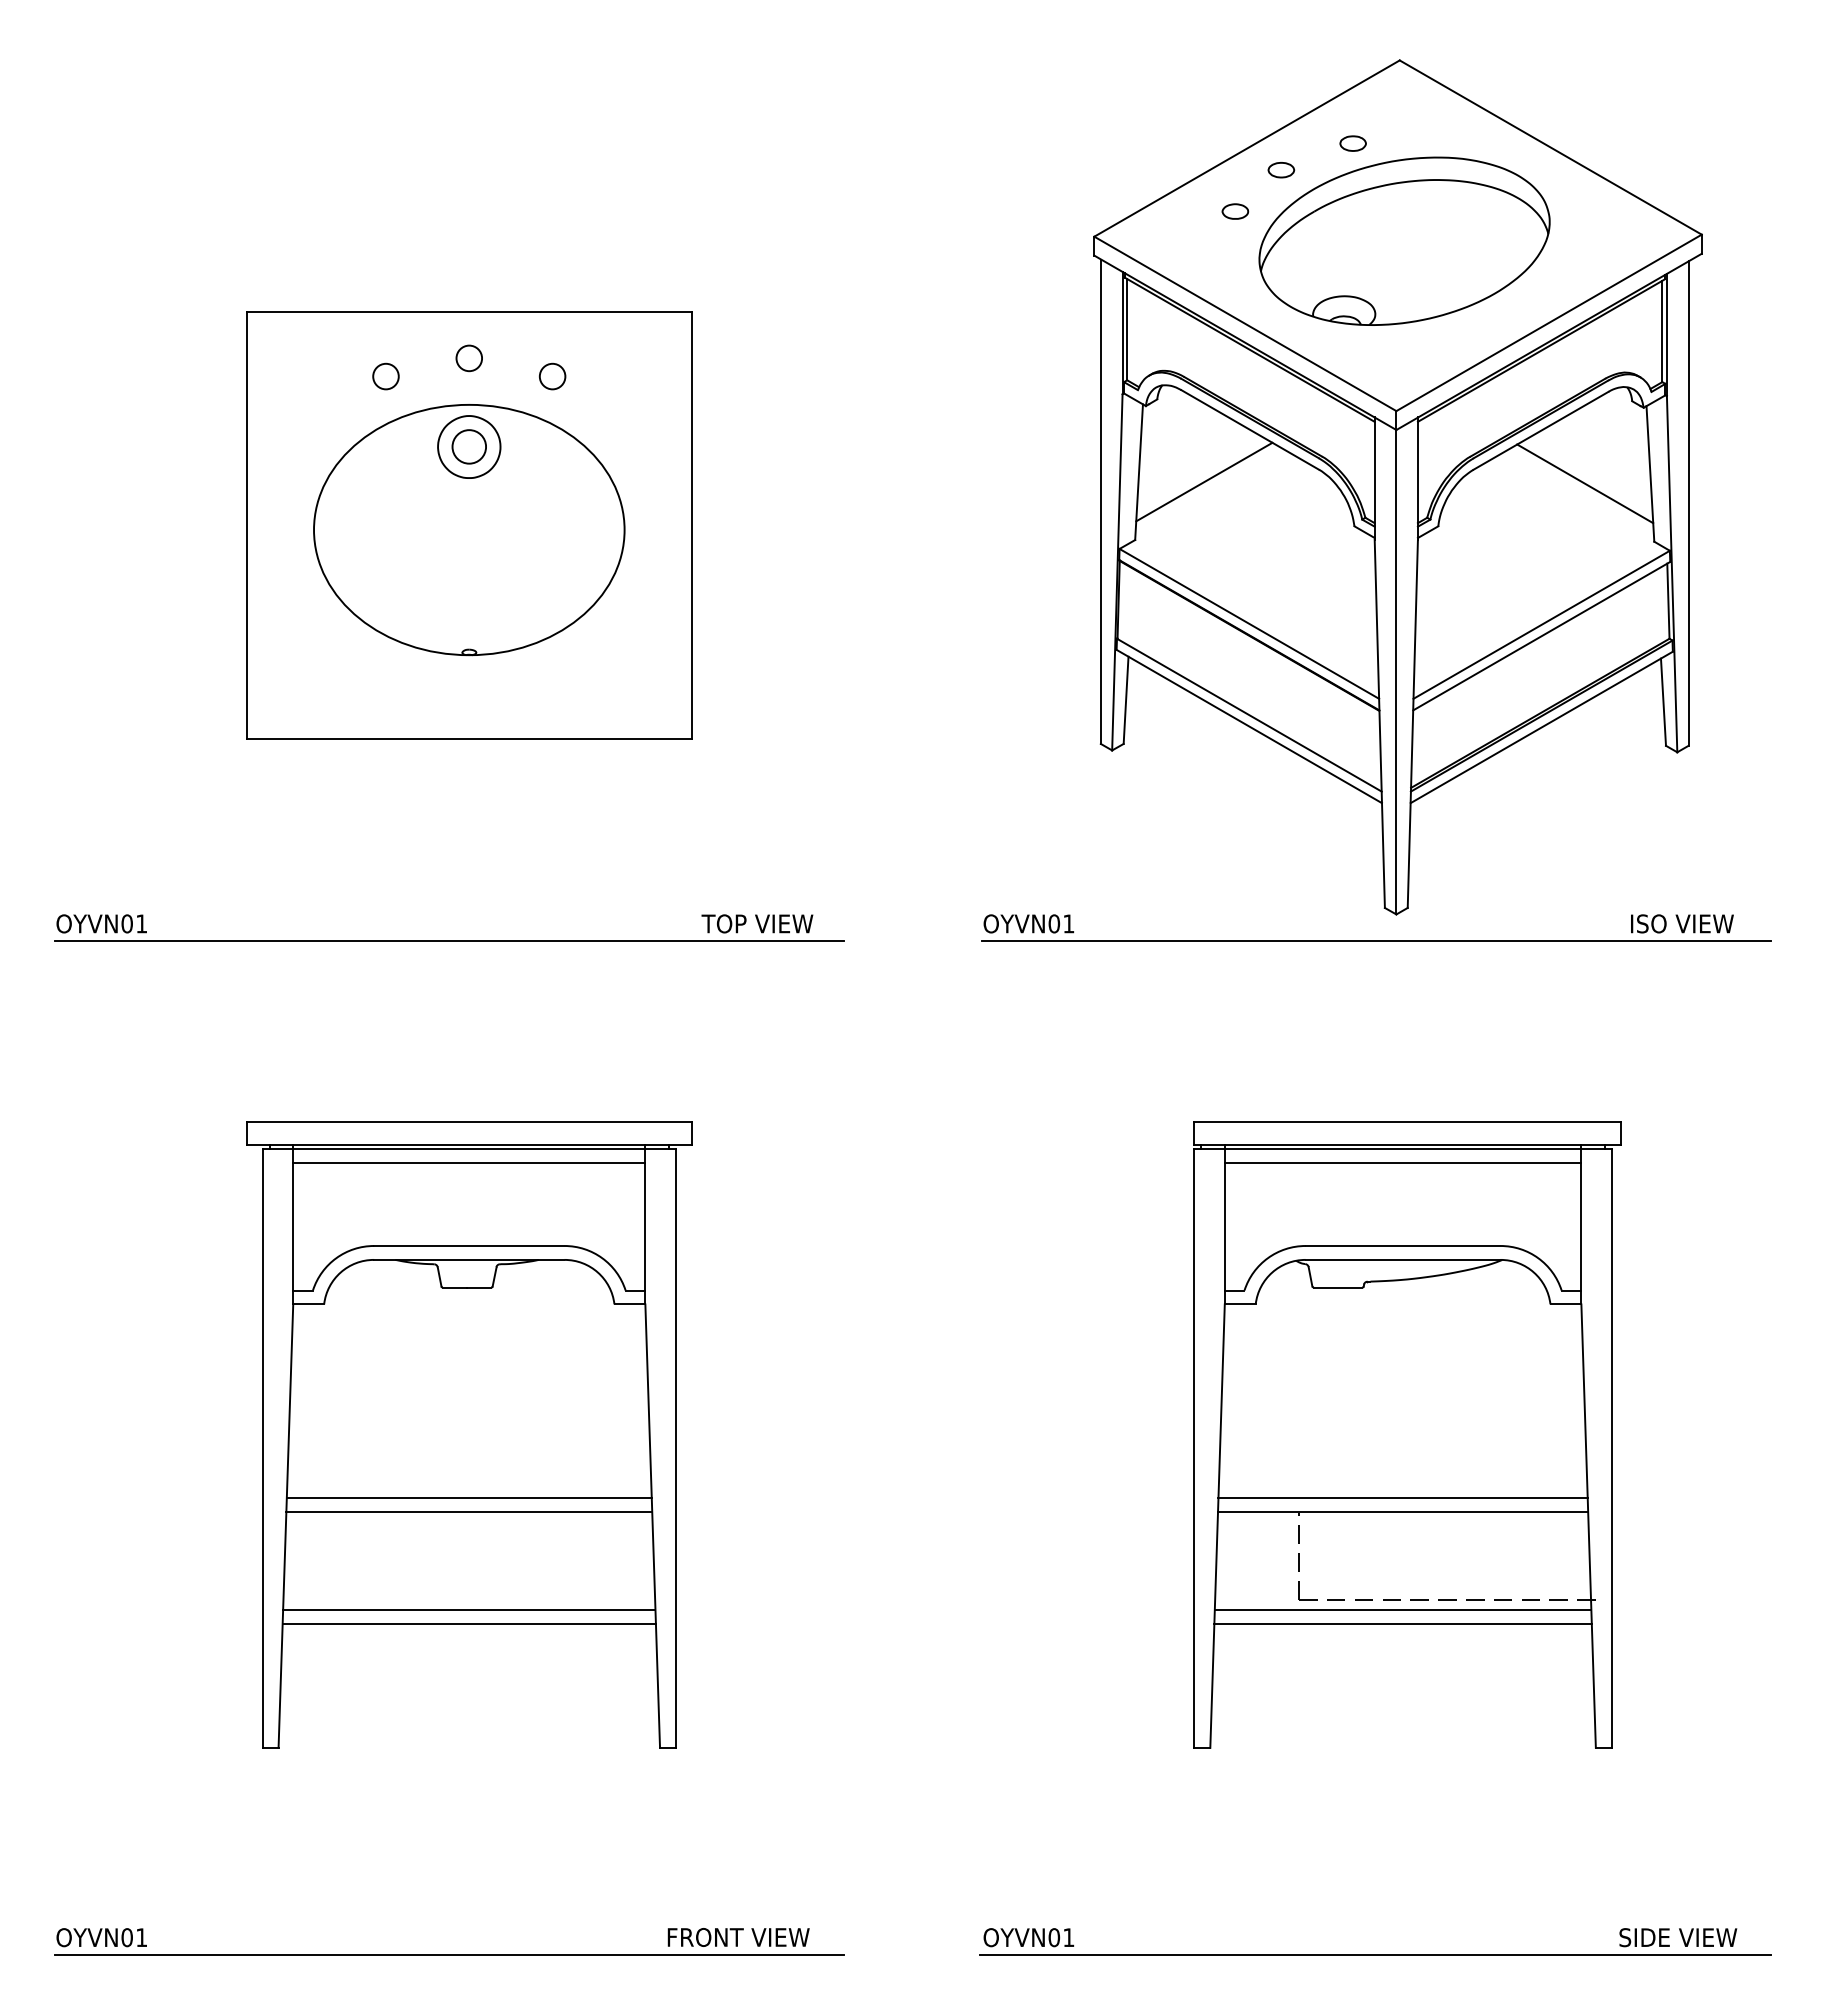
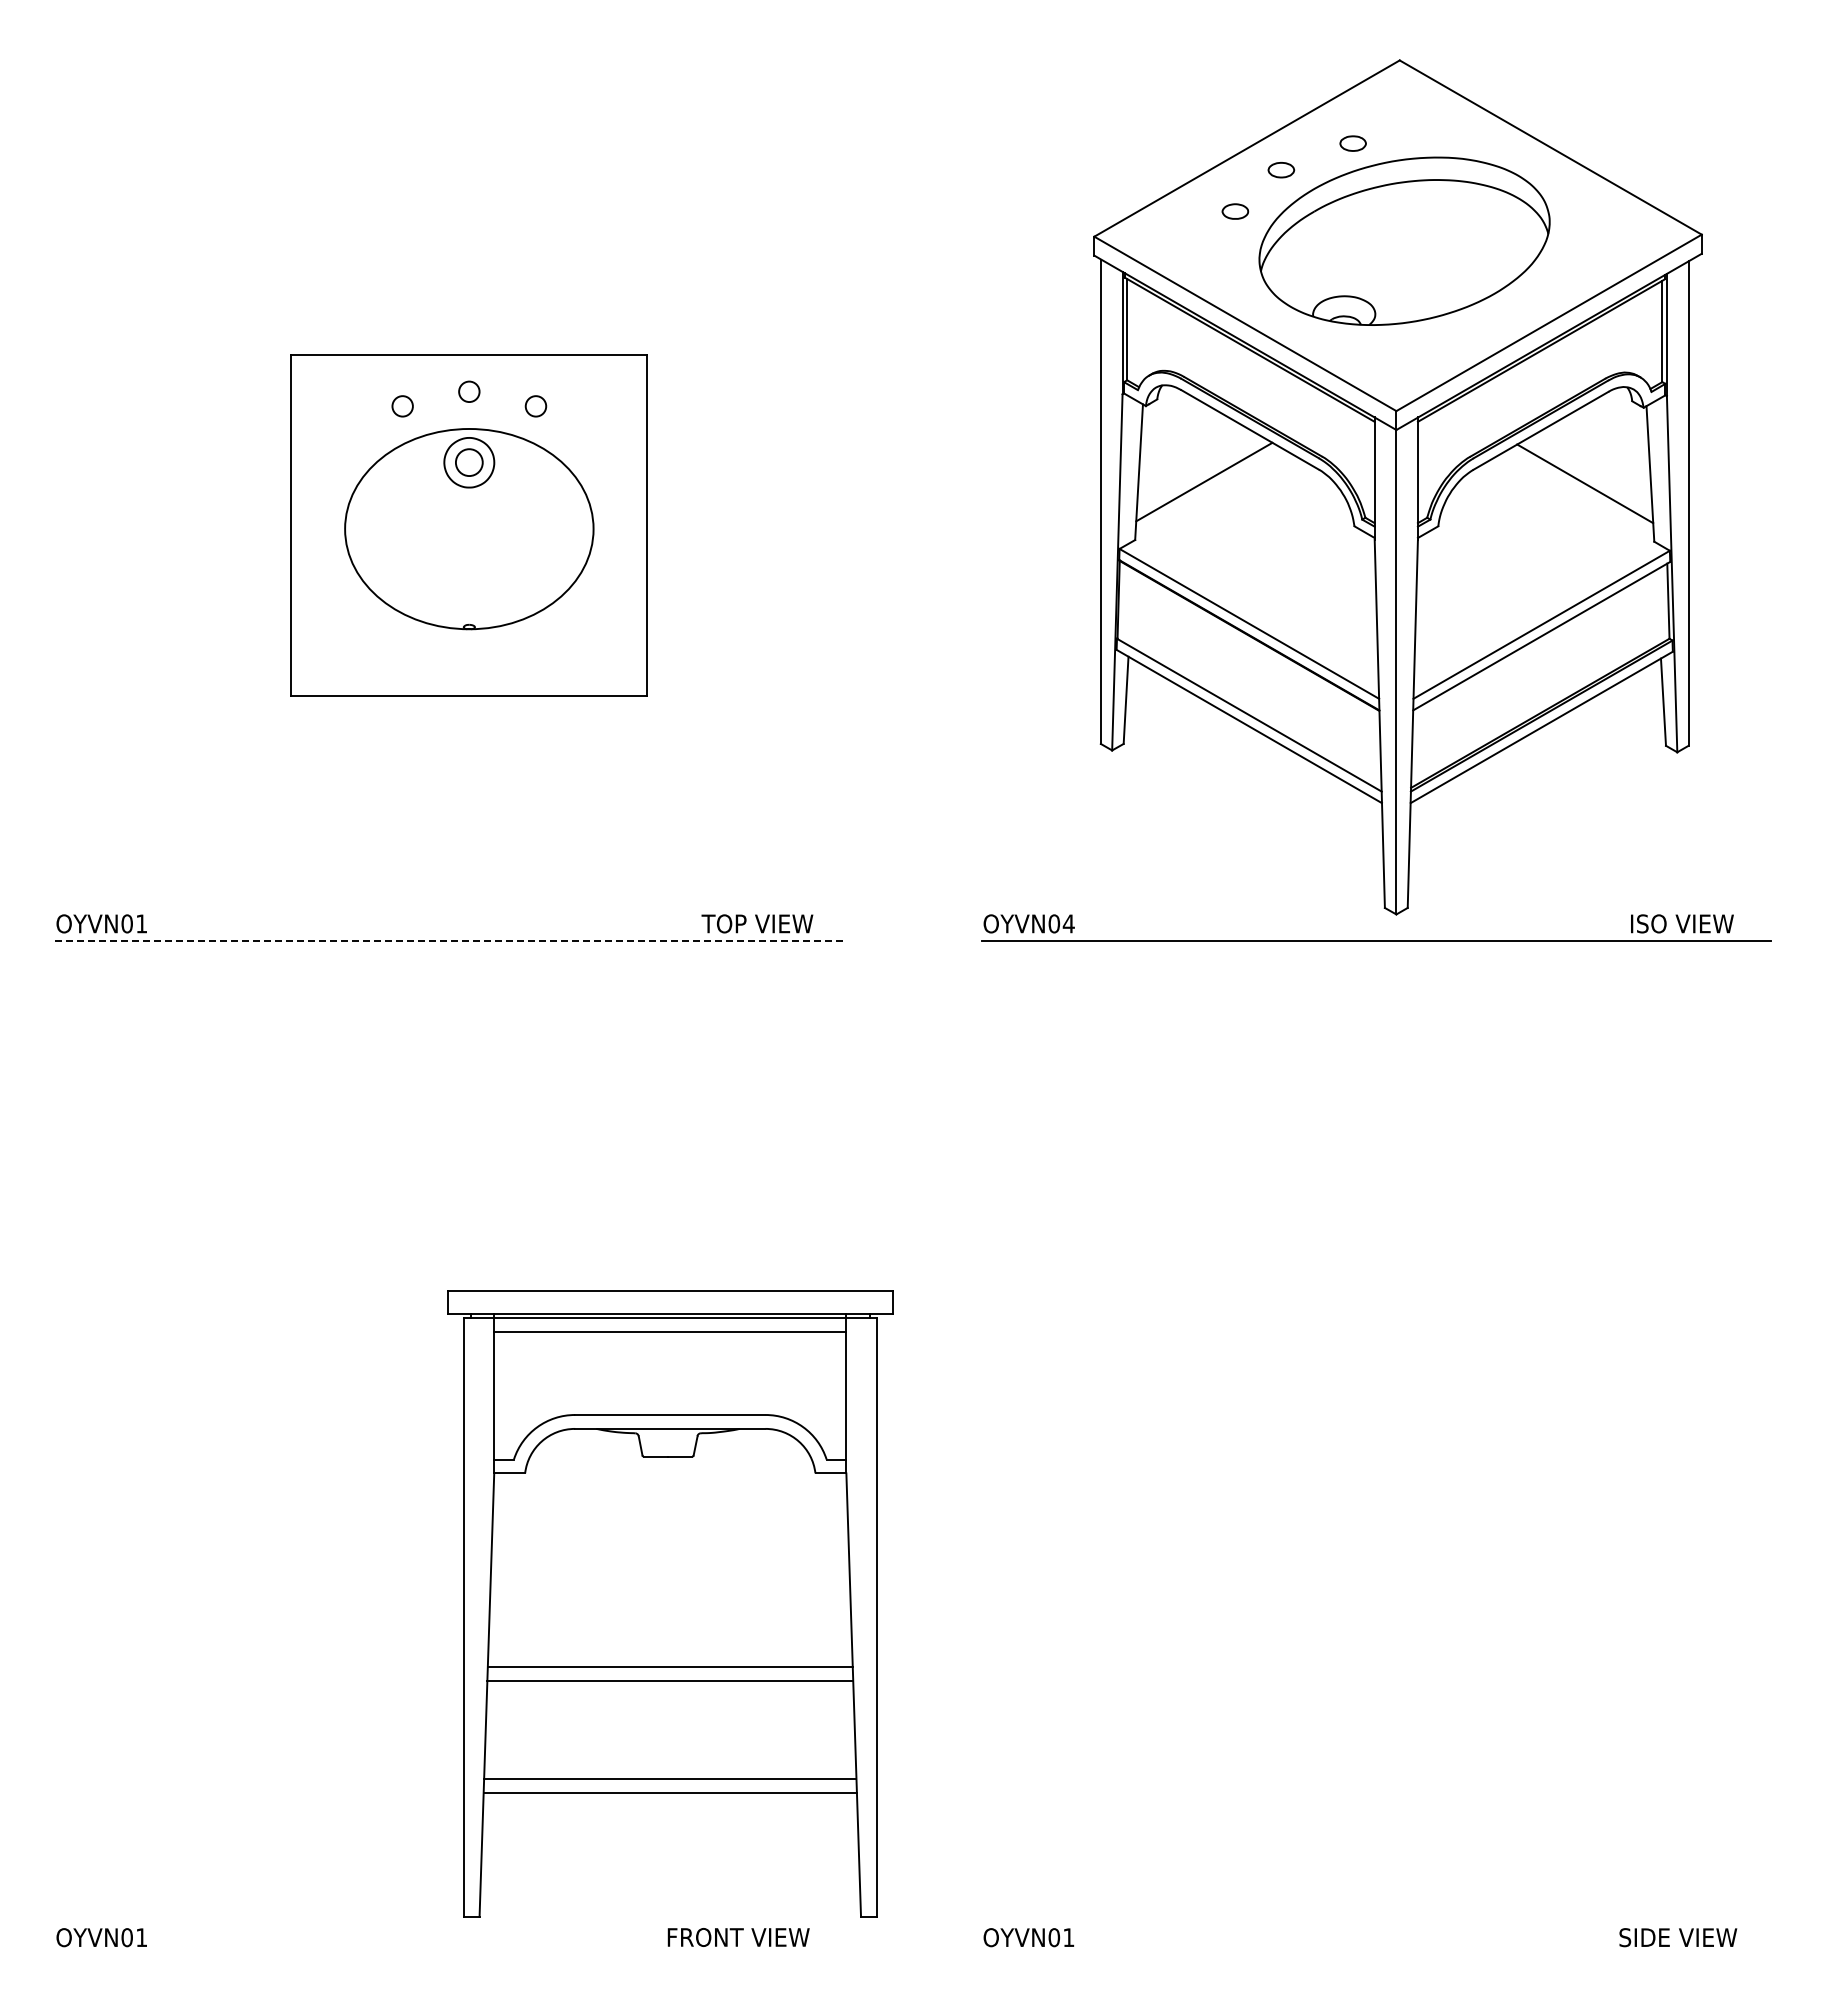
part at (469, 525) size: 447x429 px -> 358x343 px
text at (1068, 923): OYVN01 -> OYVN04
line at (449, 940): solid -> dashed
part at (469, 1434) position: (469, 1434) -> (670, 1603)
part at (1407, 1434): present -> none
line at (449, 1954): present -> none
line at (1375, 1954): present -> none
